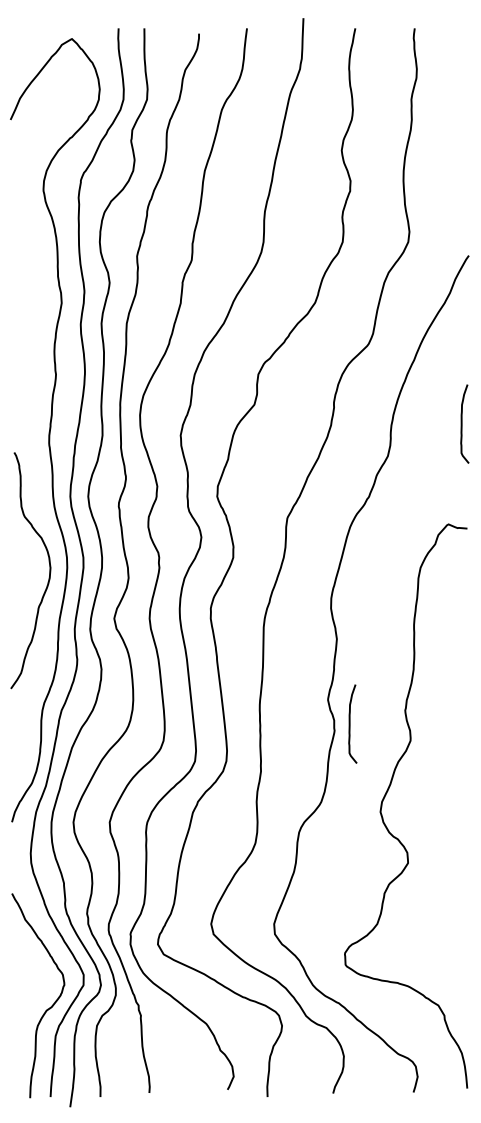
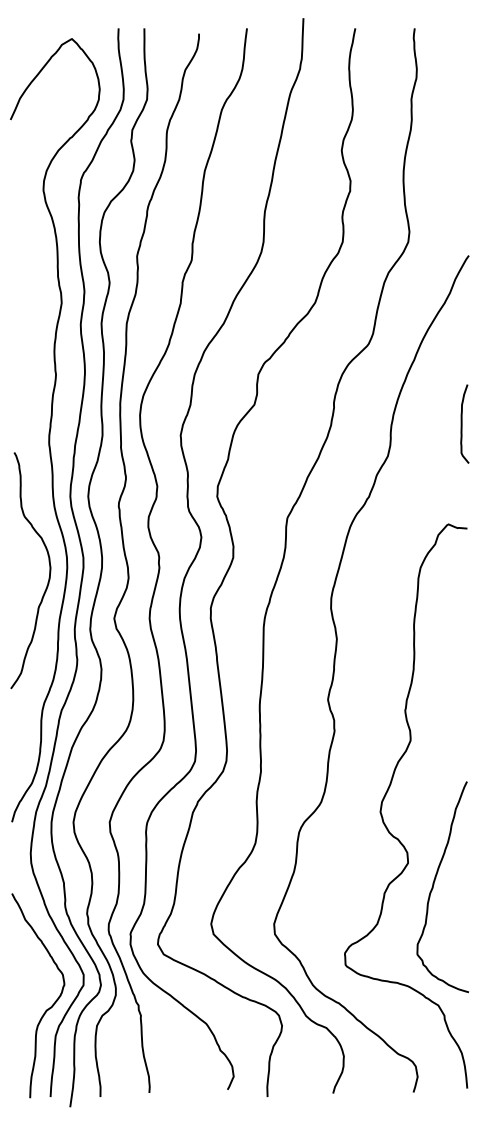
curve at (350, 723): present -> none
curve at (434, 884): none -> present
